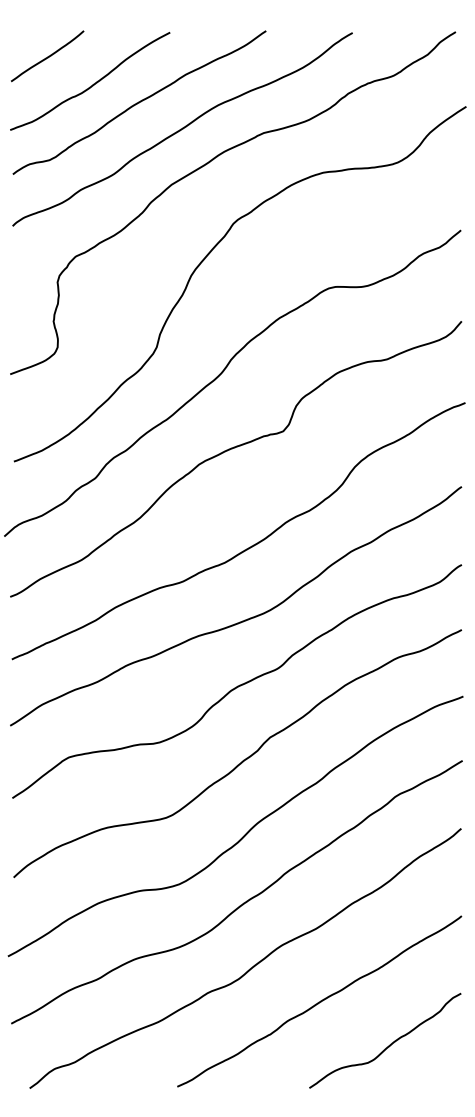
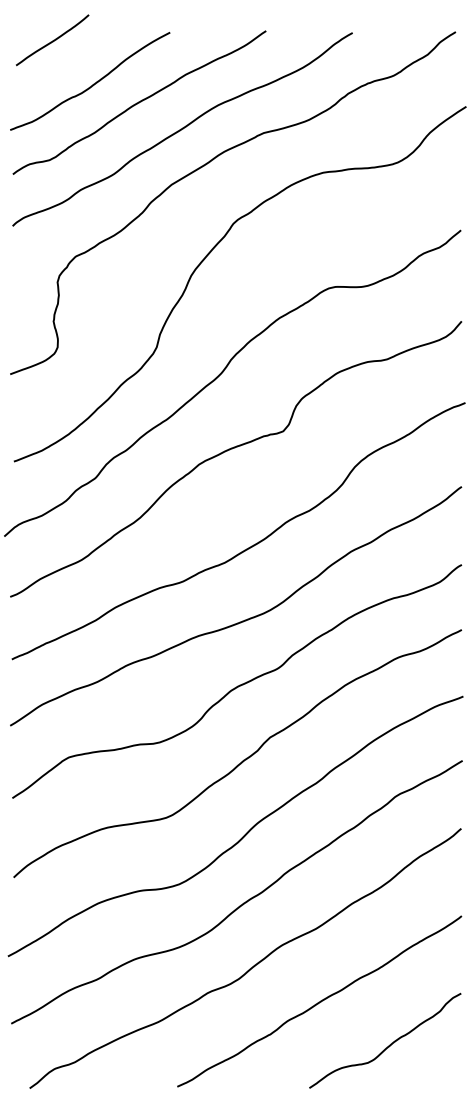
curve at (47, 56) position: (47, 56) -> (52, 40)
